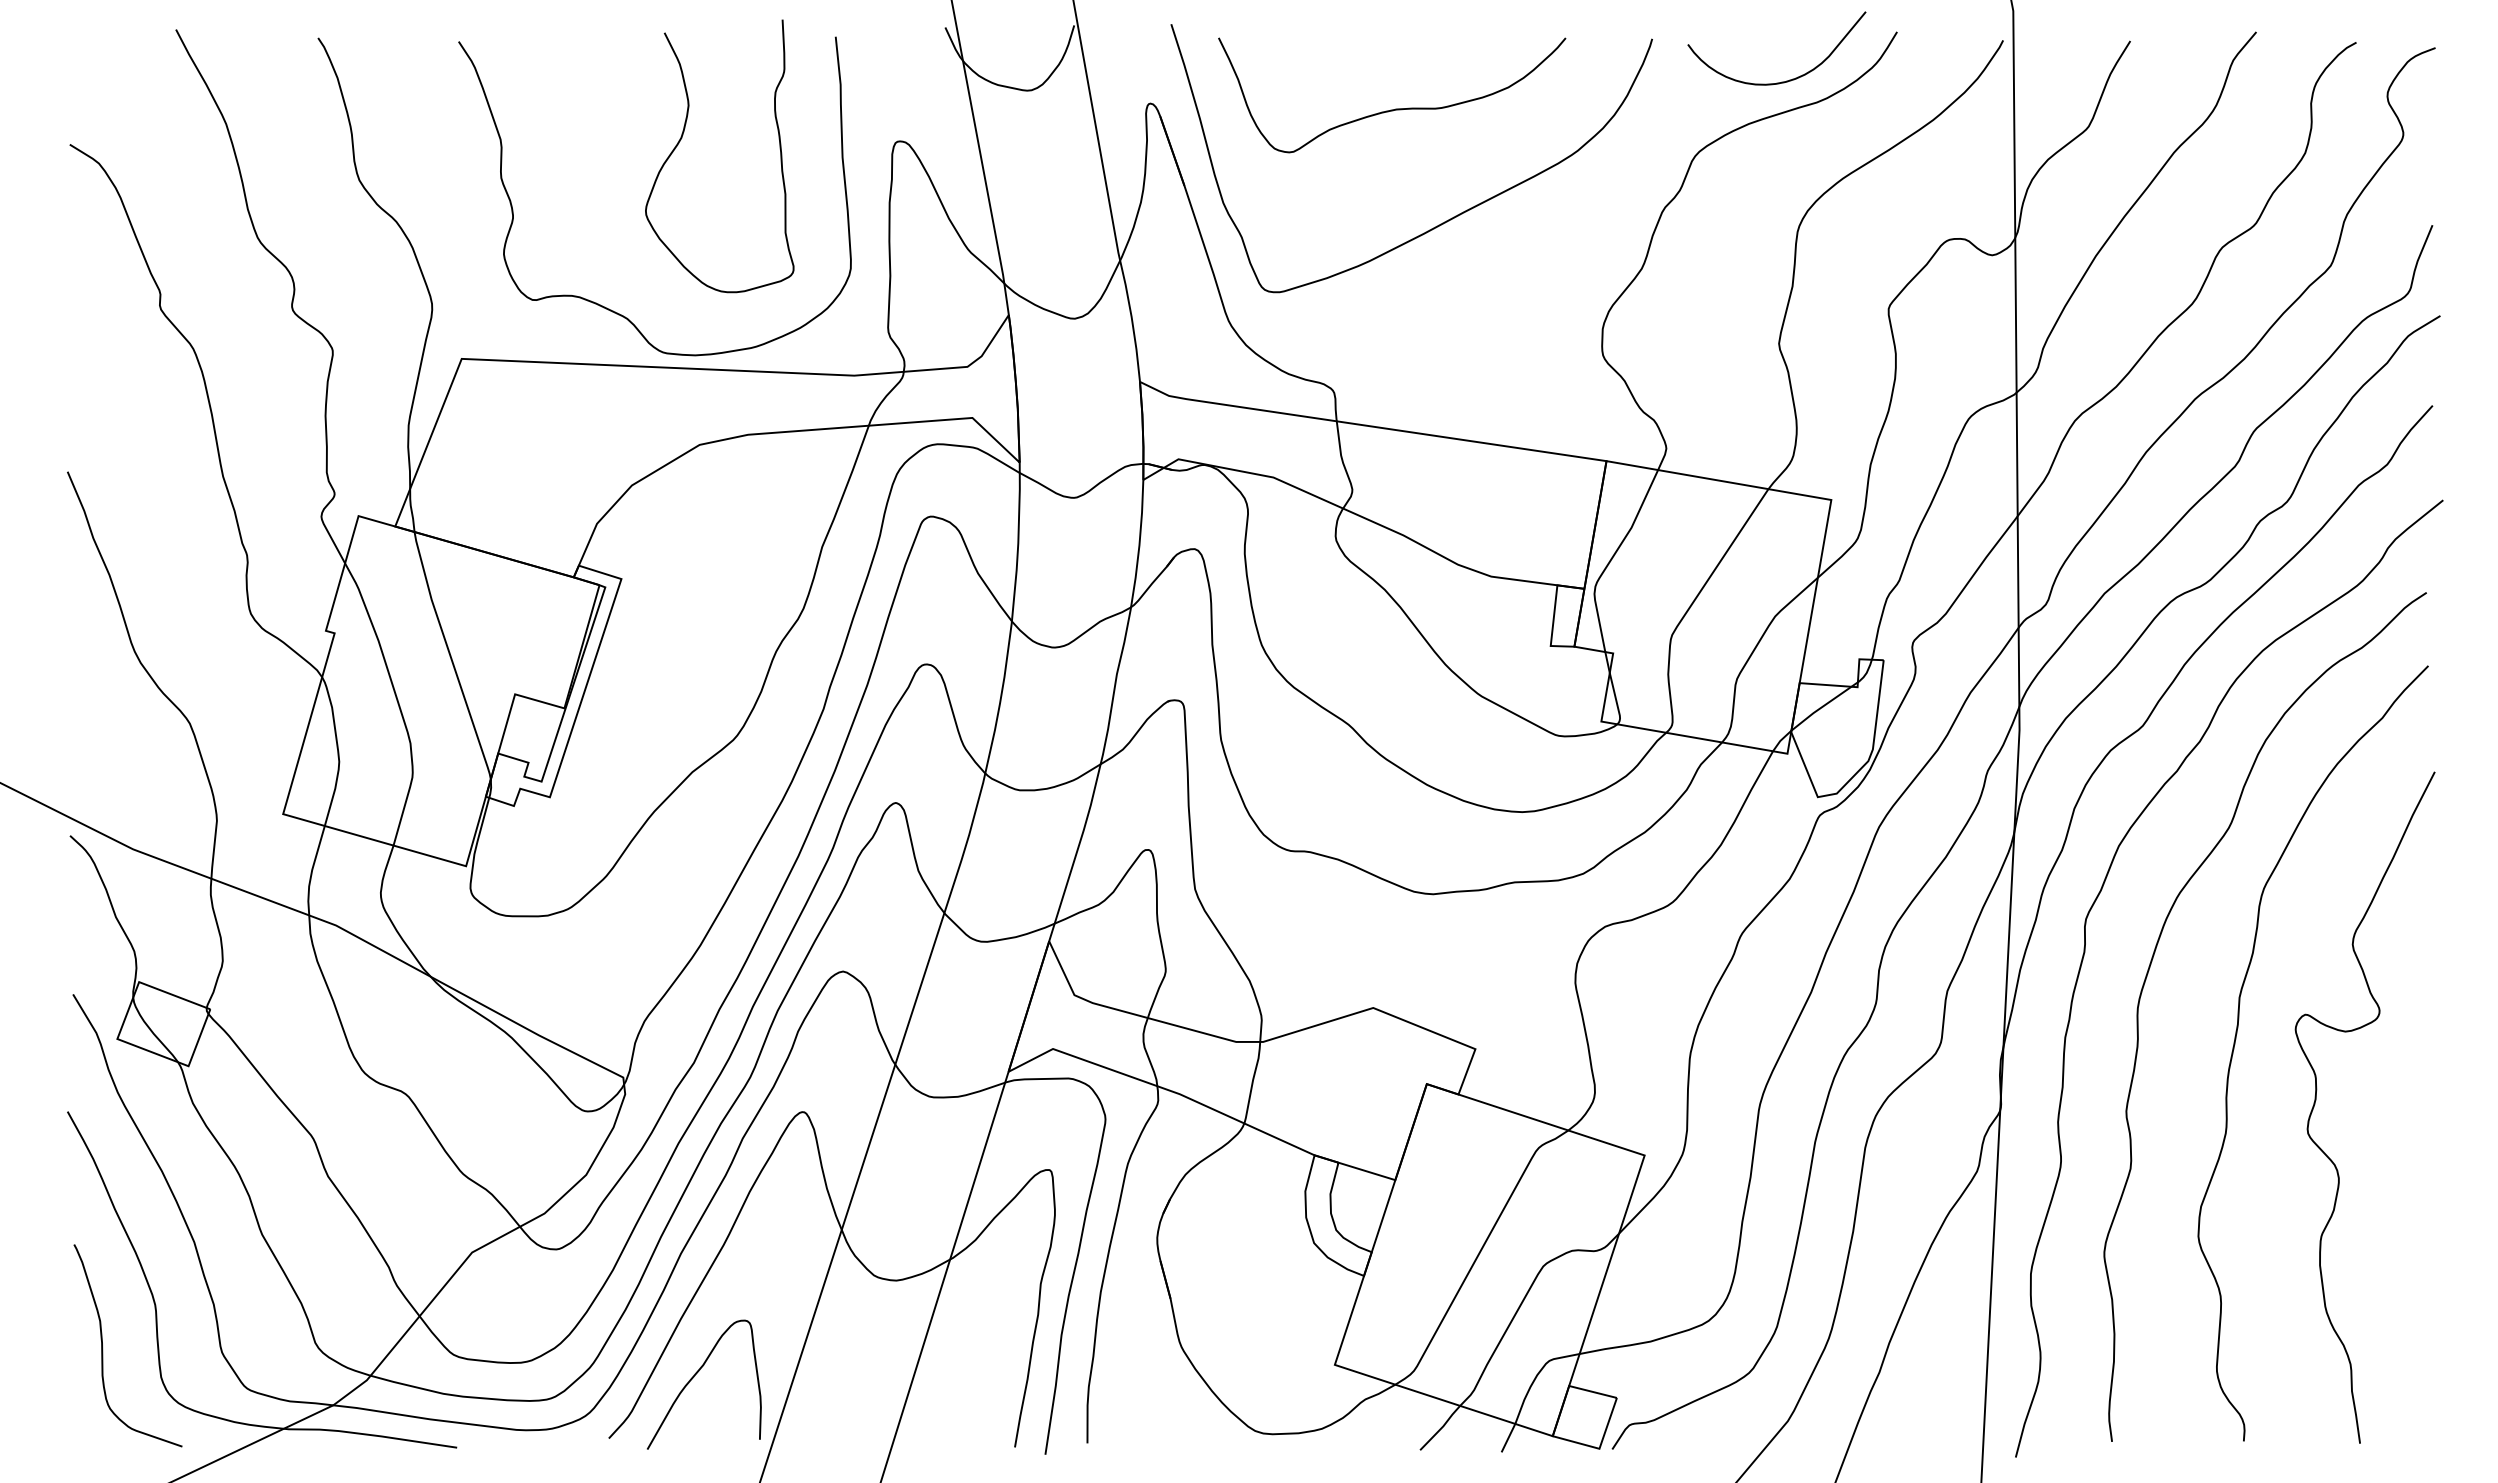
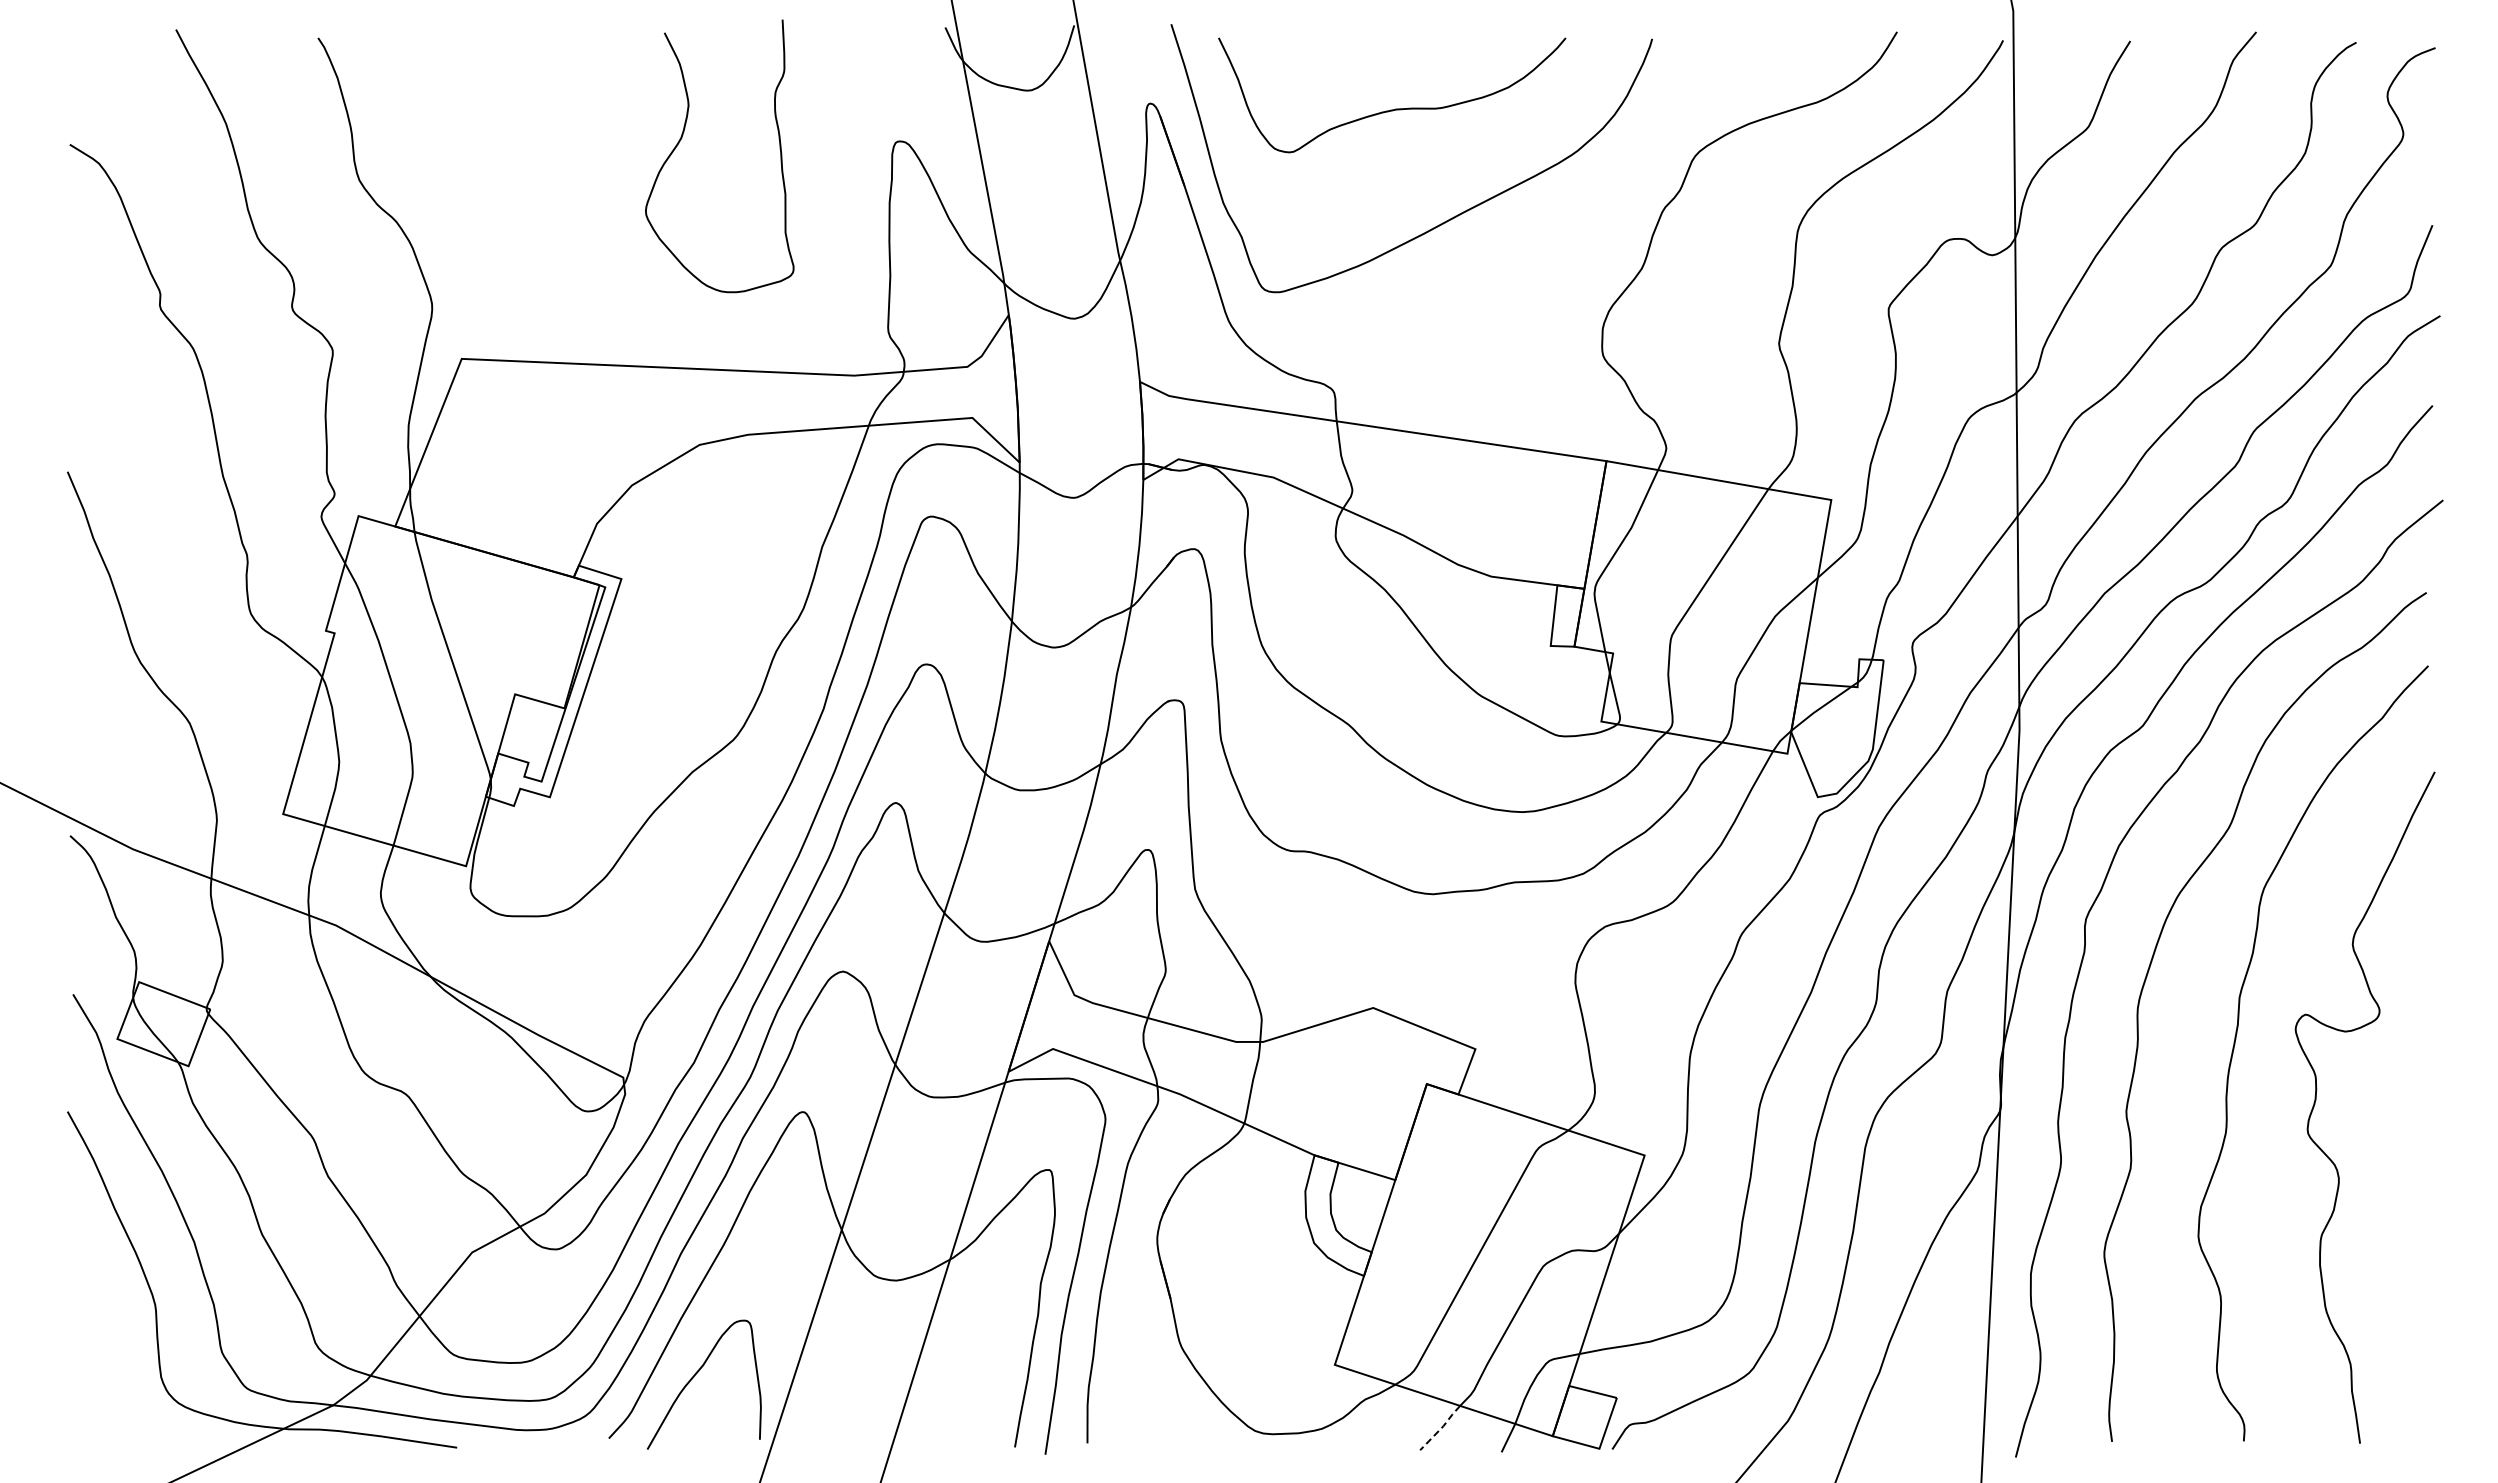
curve at (1781, 81): present -> none
curve at (609, 308): present -> none
curve at (103, 1348): present -> none
line at (1441, 1428): solid -> dashed
